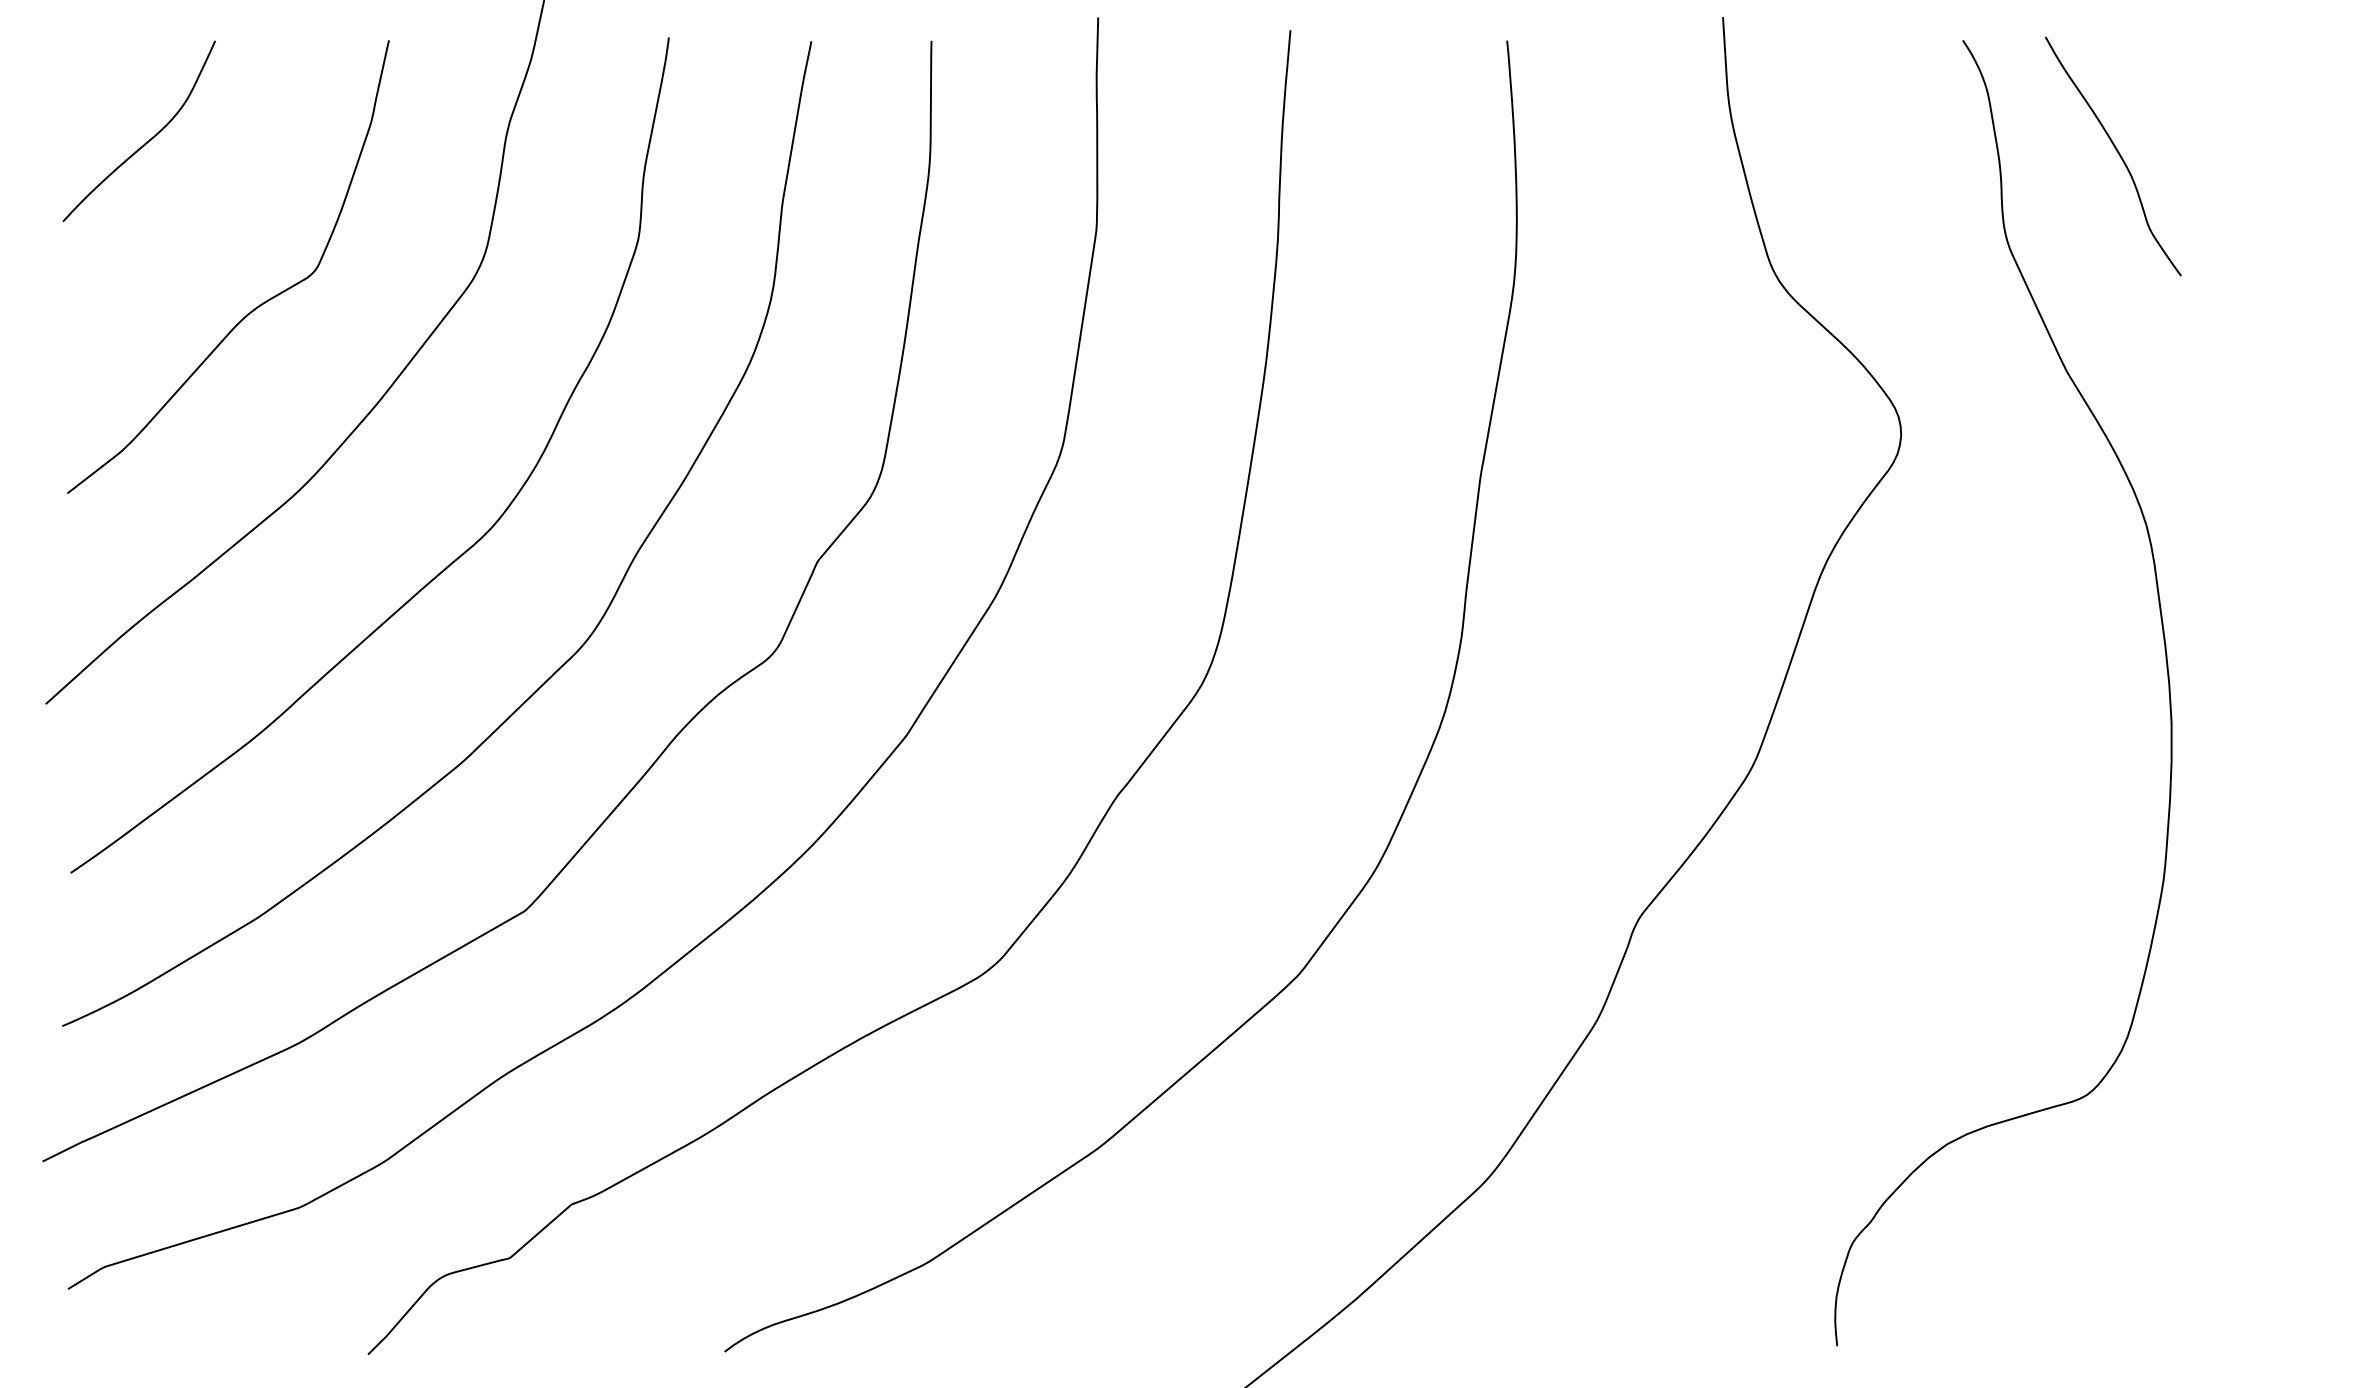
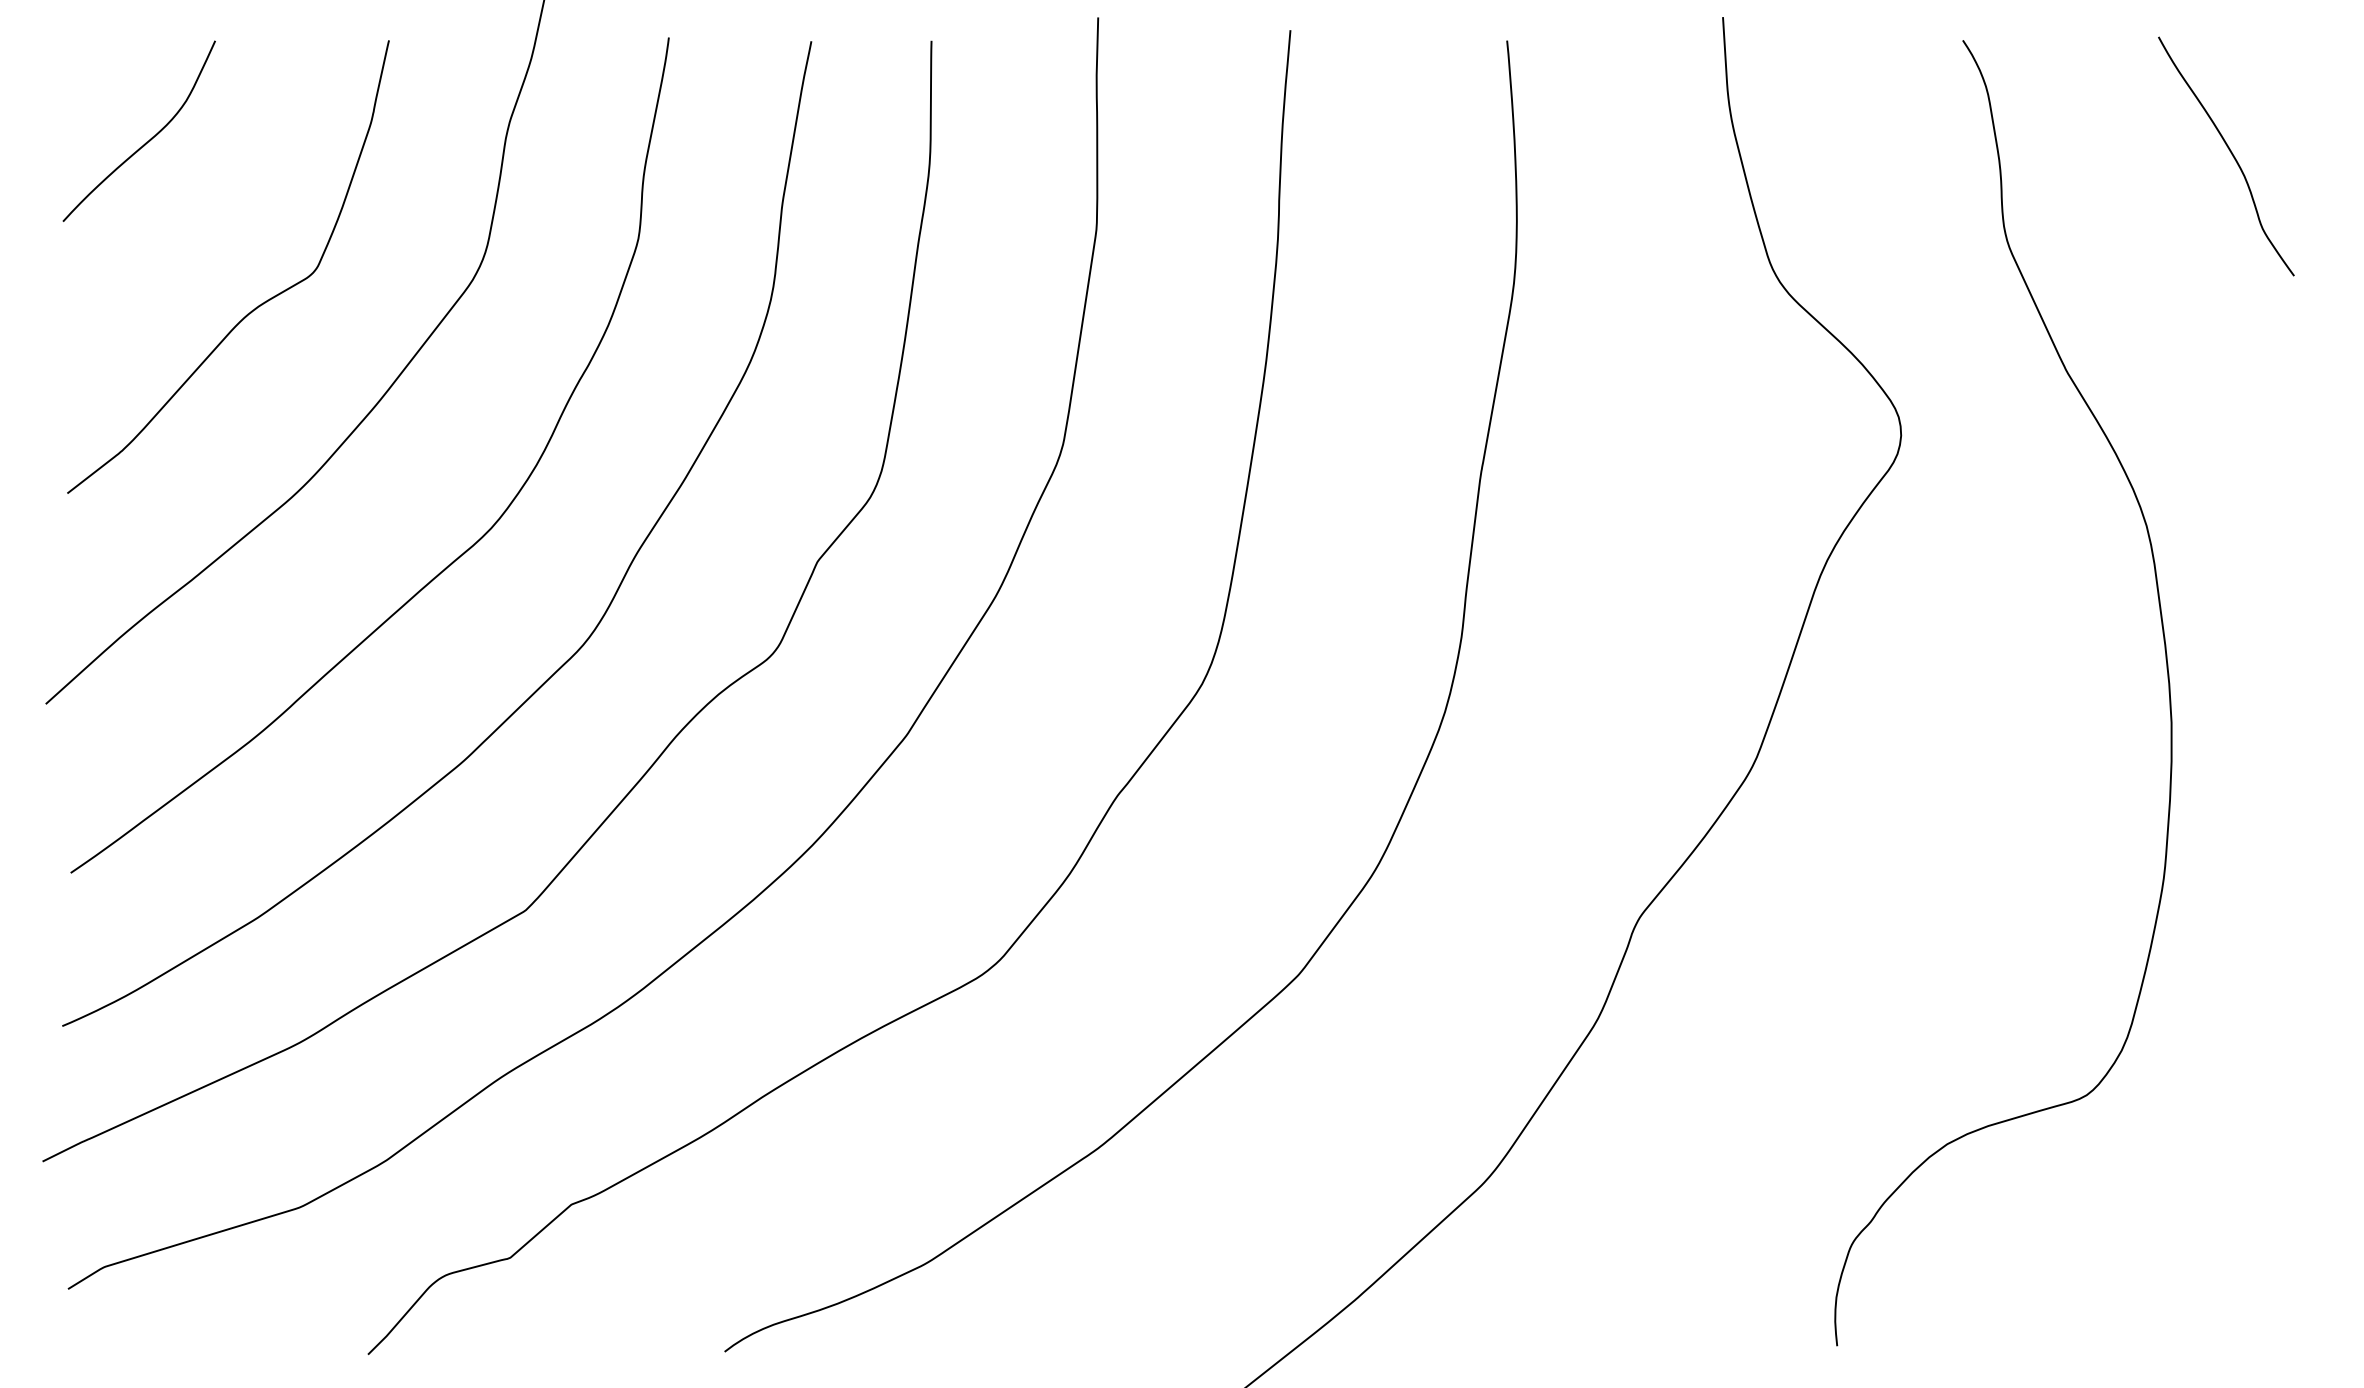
curve at (2117, 153) position: (2117, 153) -> (2230, 153)
